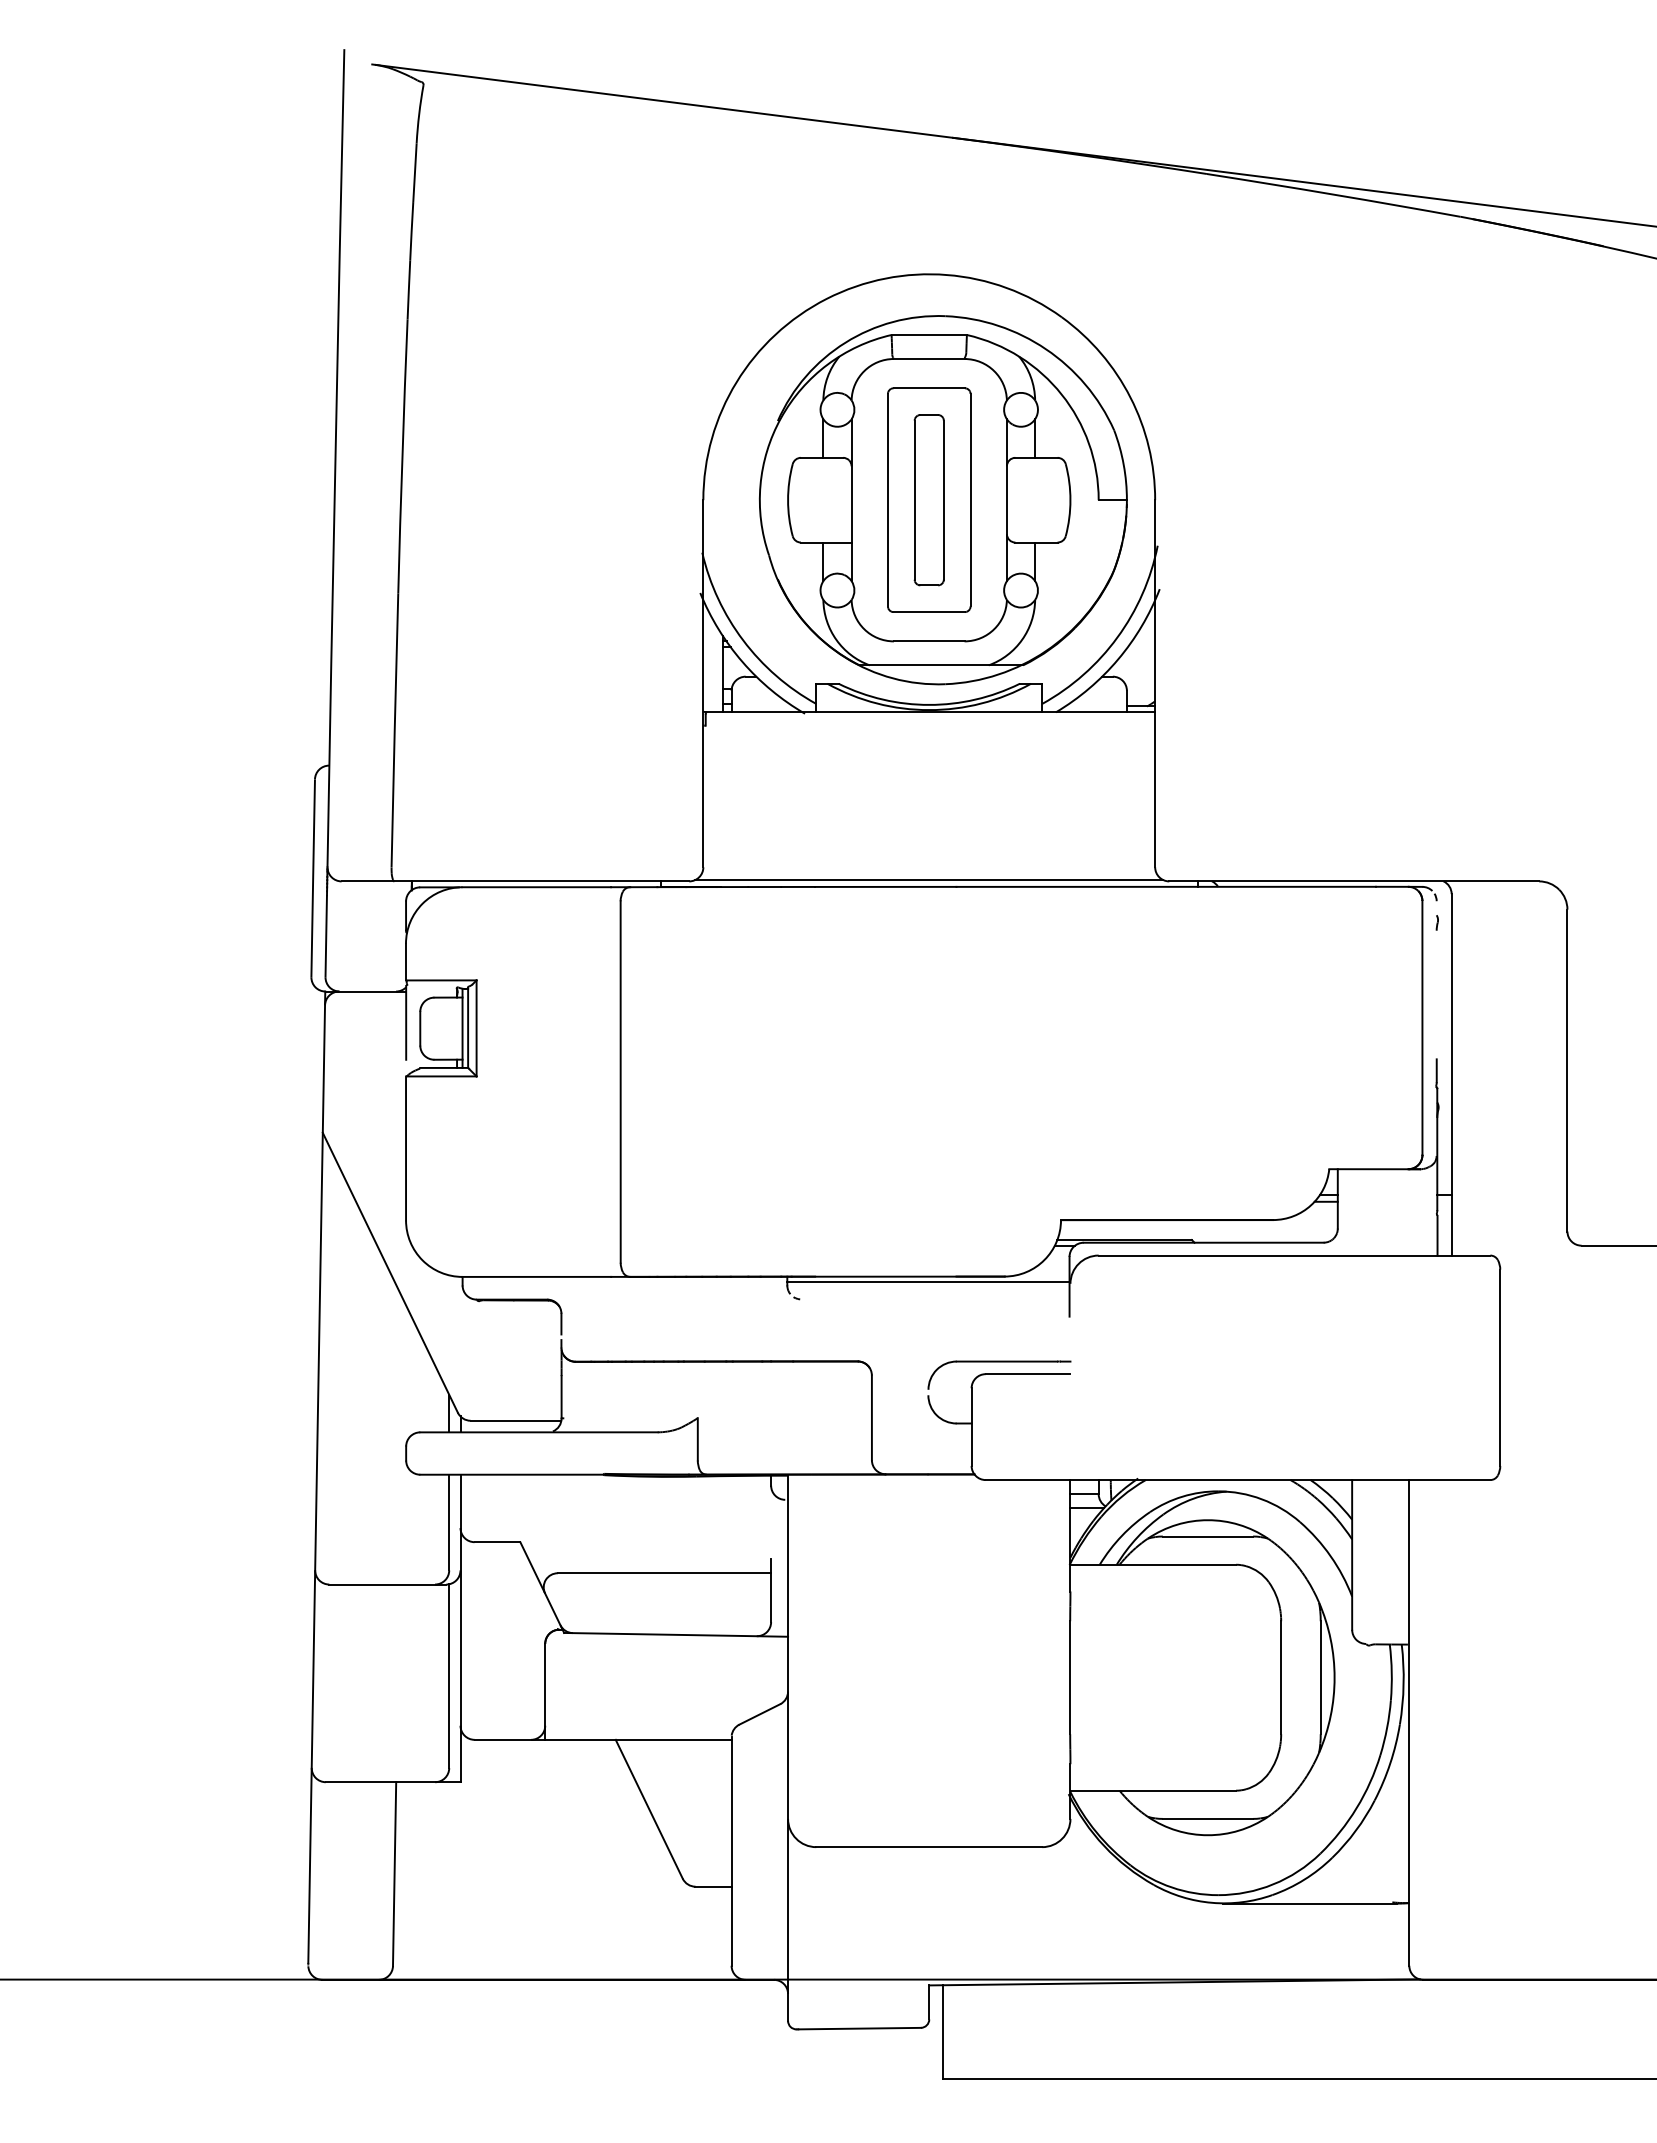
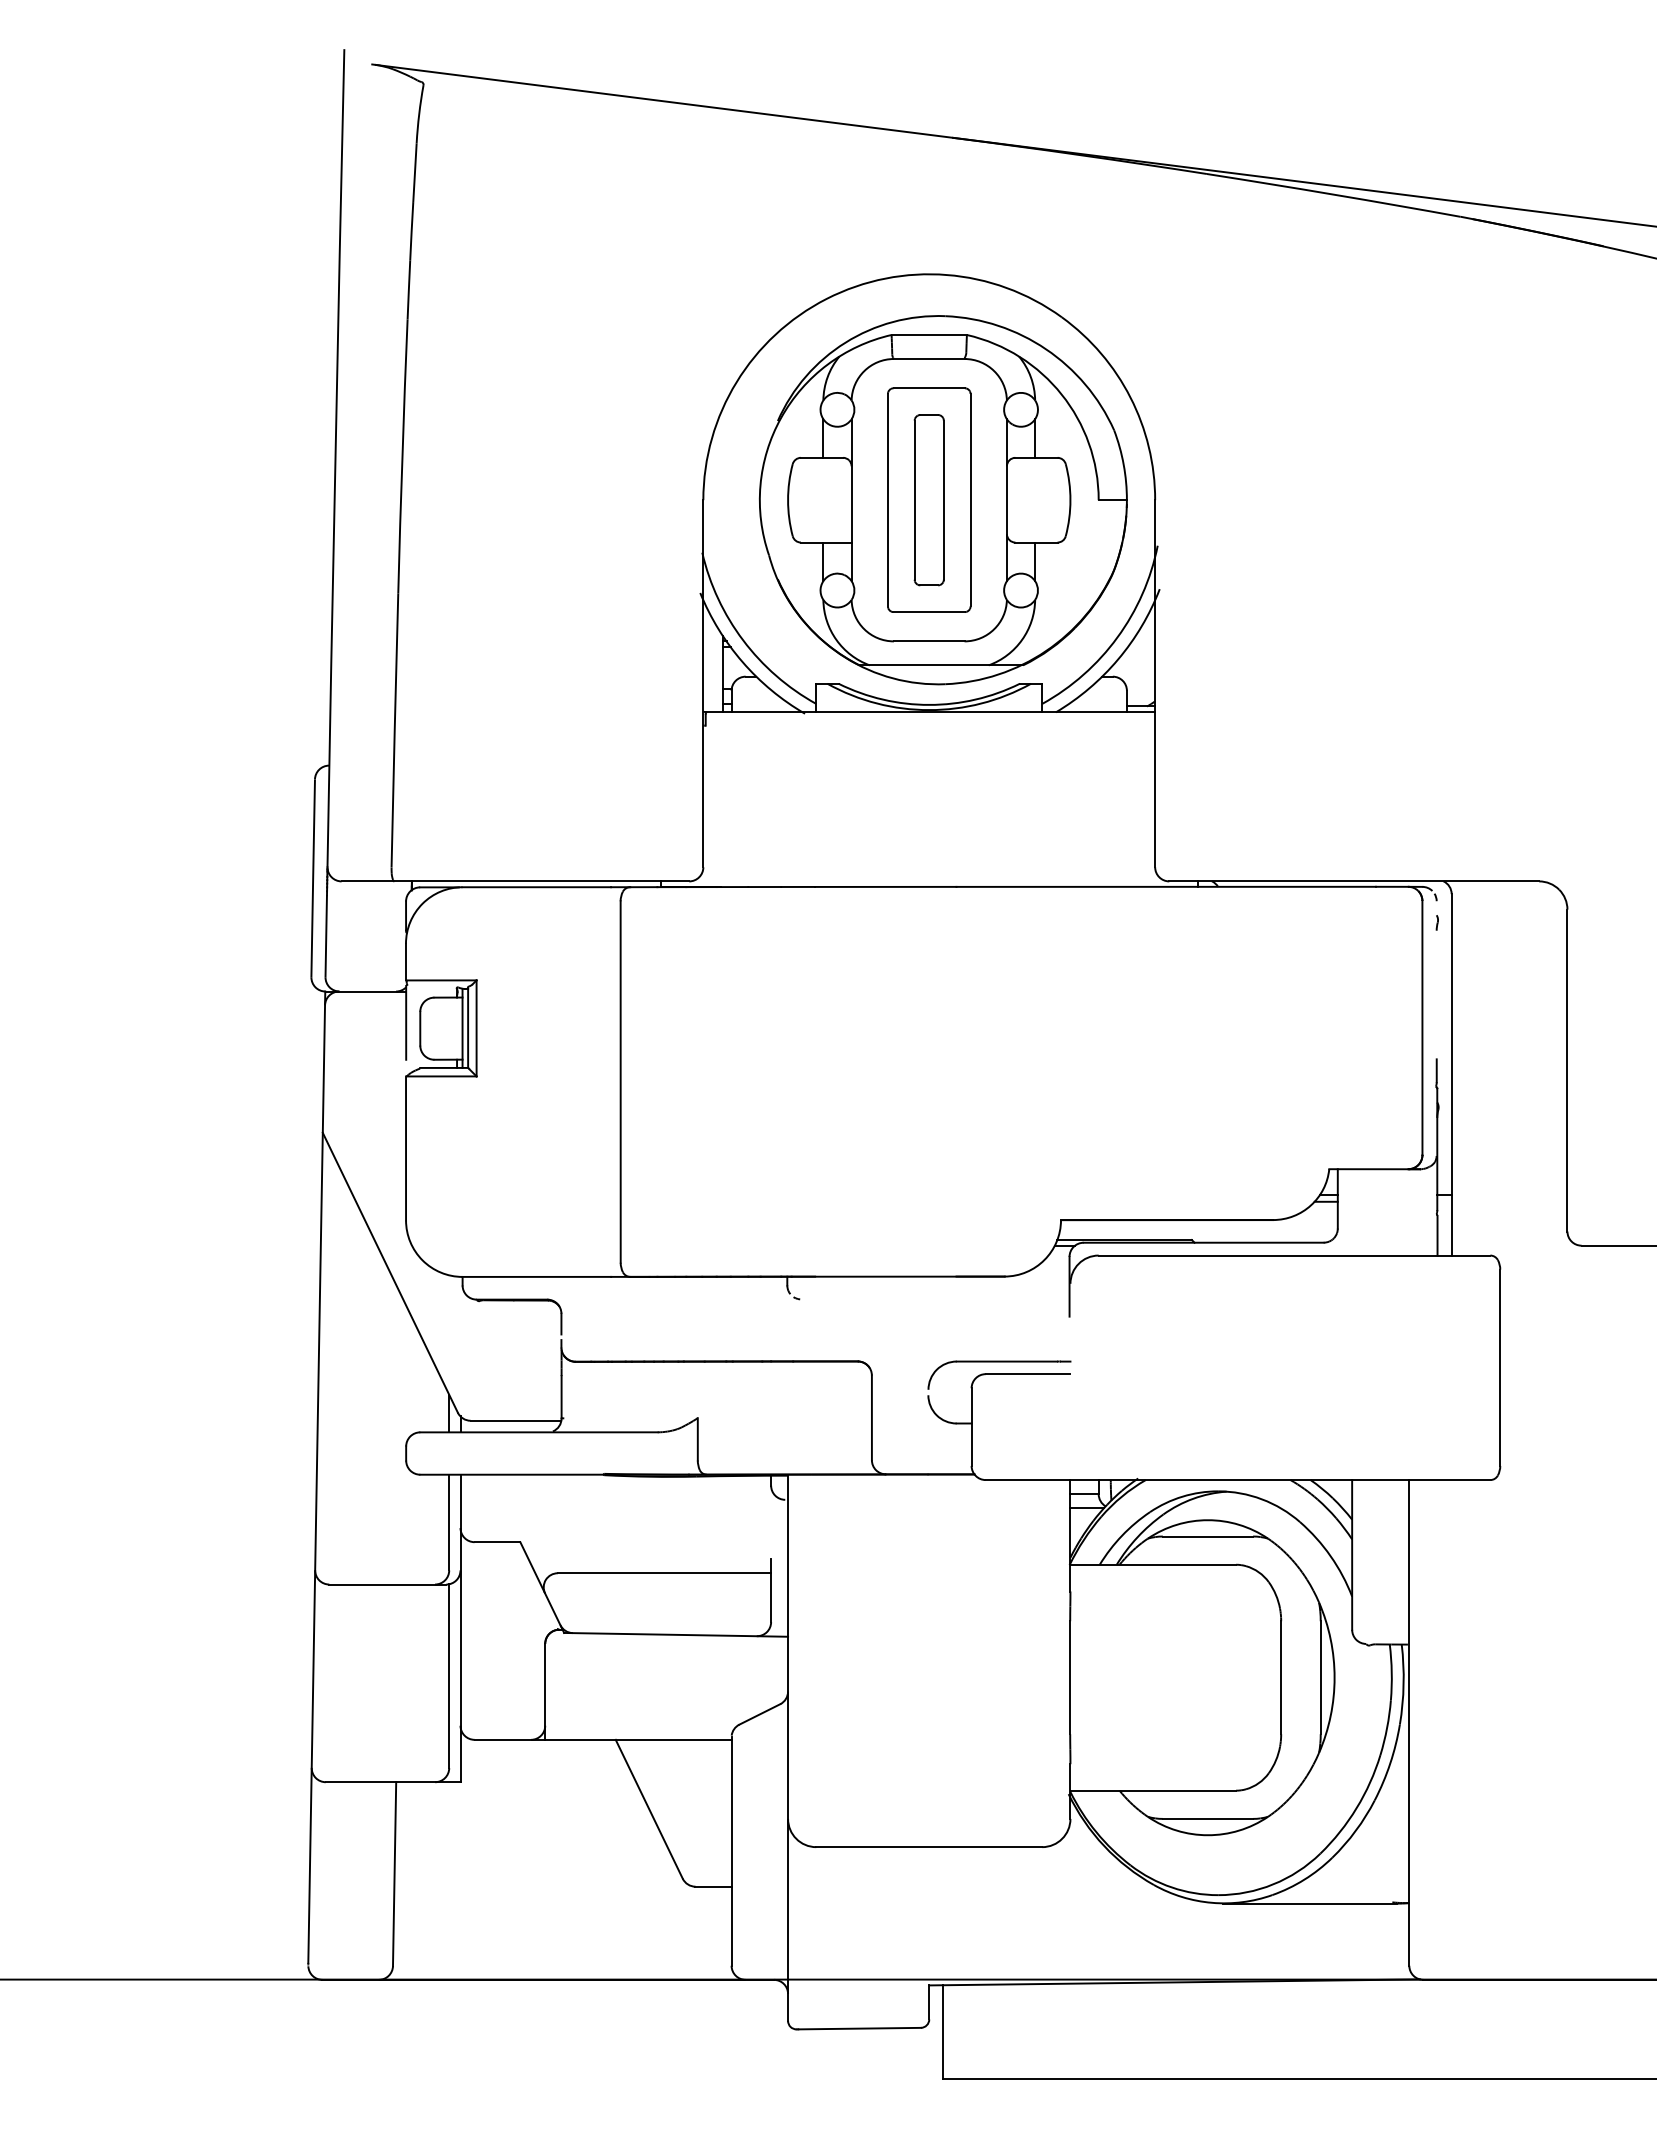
line at (929, 880): present -> none
line at (927, 1282): present -> none
